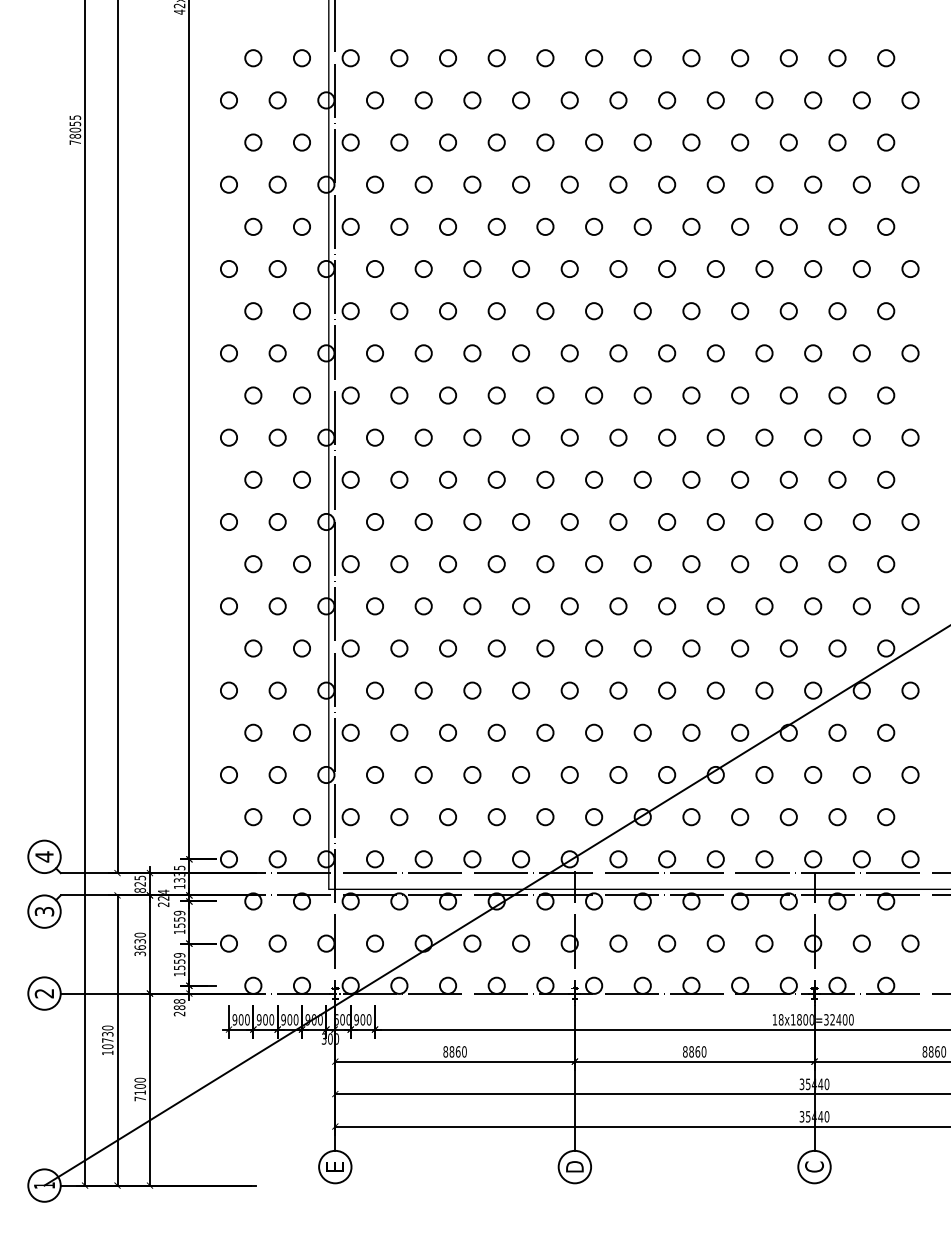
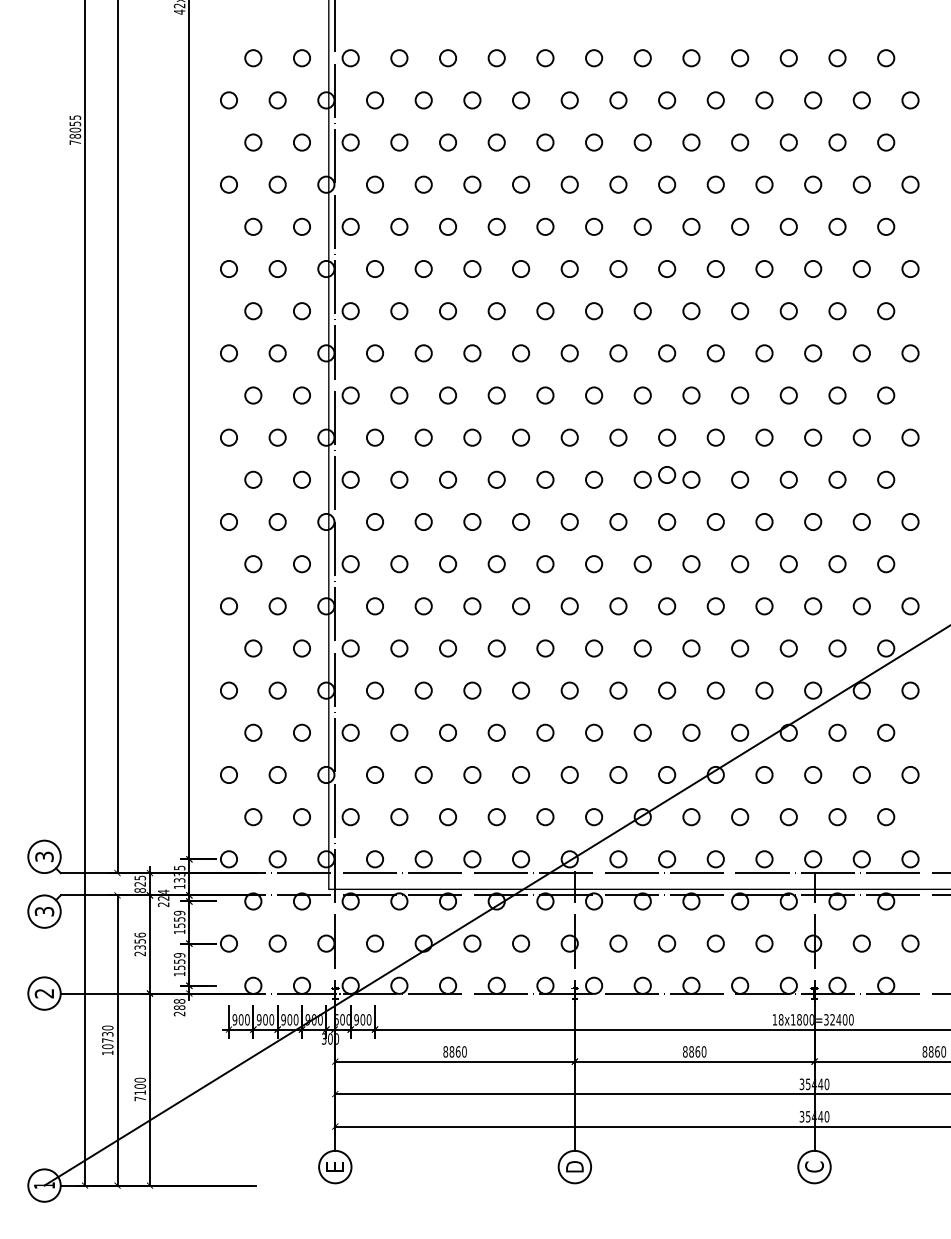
circle at (667, 474): none -> present
text at (44, 856): 4 -> 3
text at (140, 944): 3630 -> 2356
